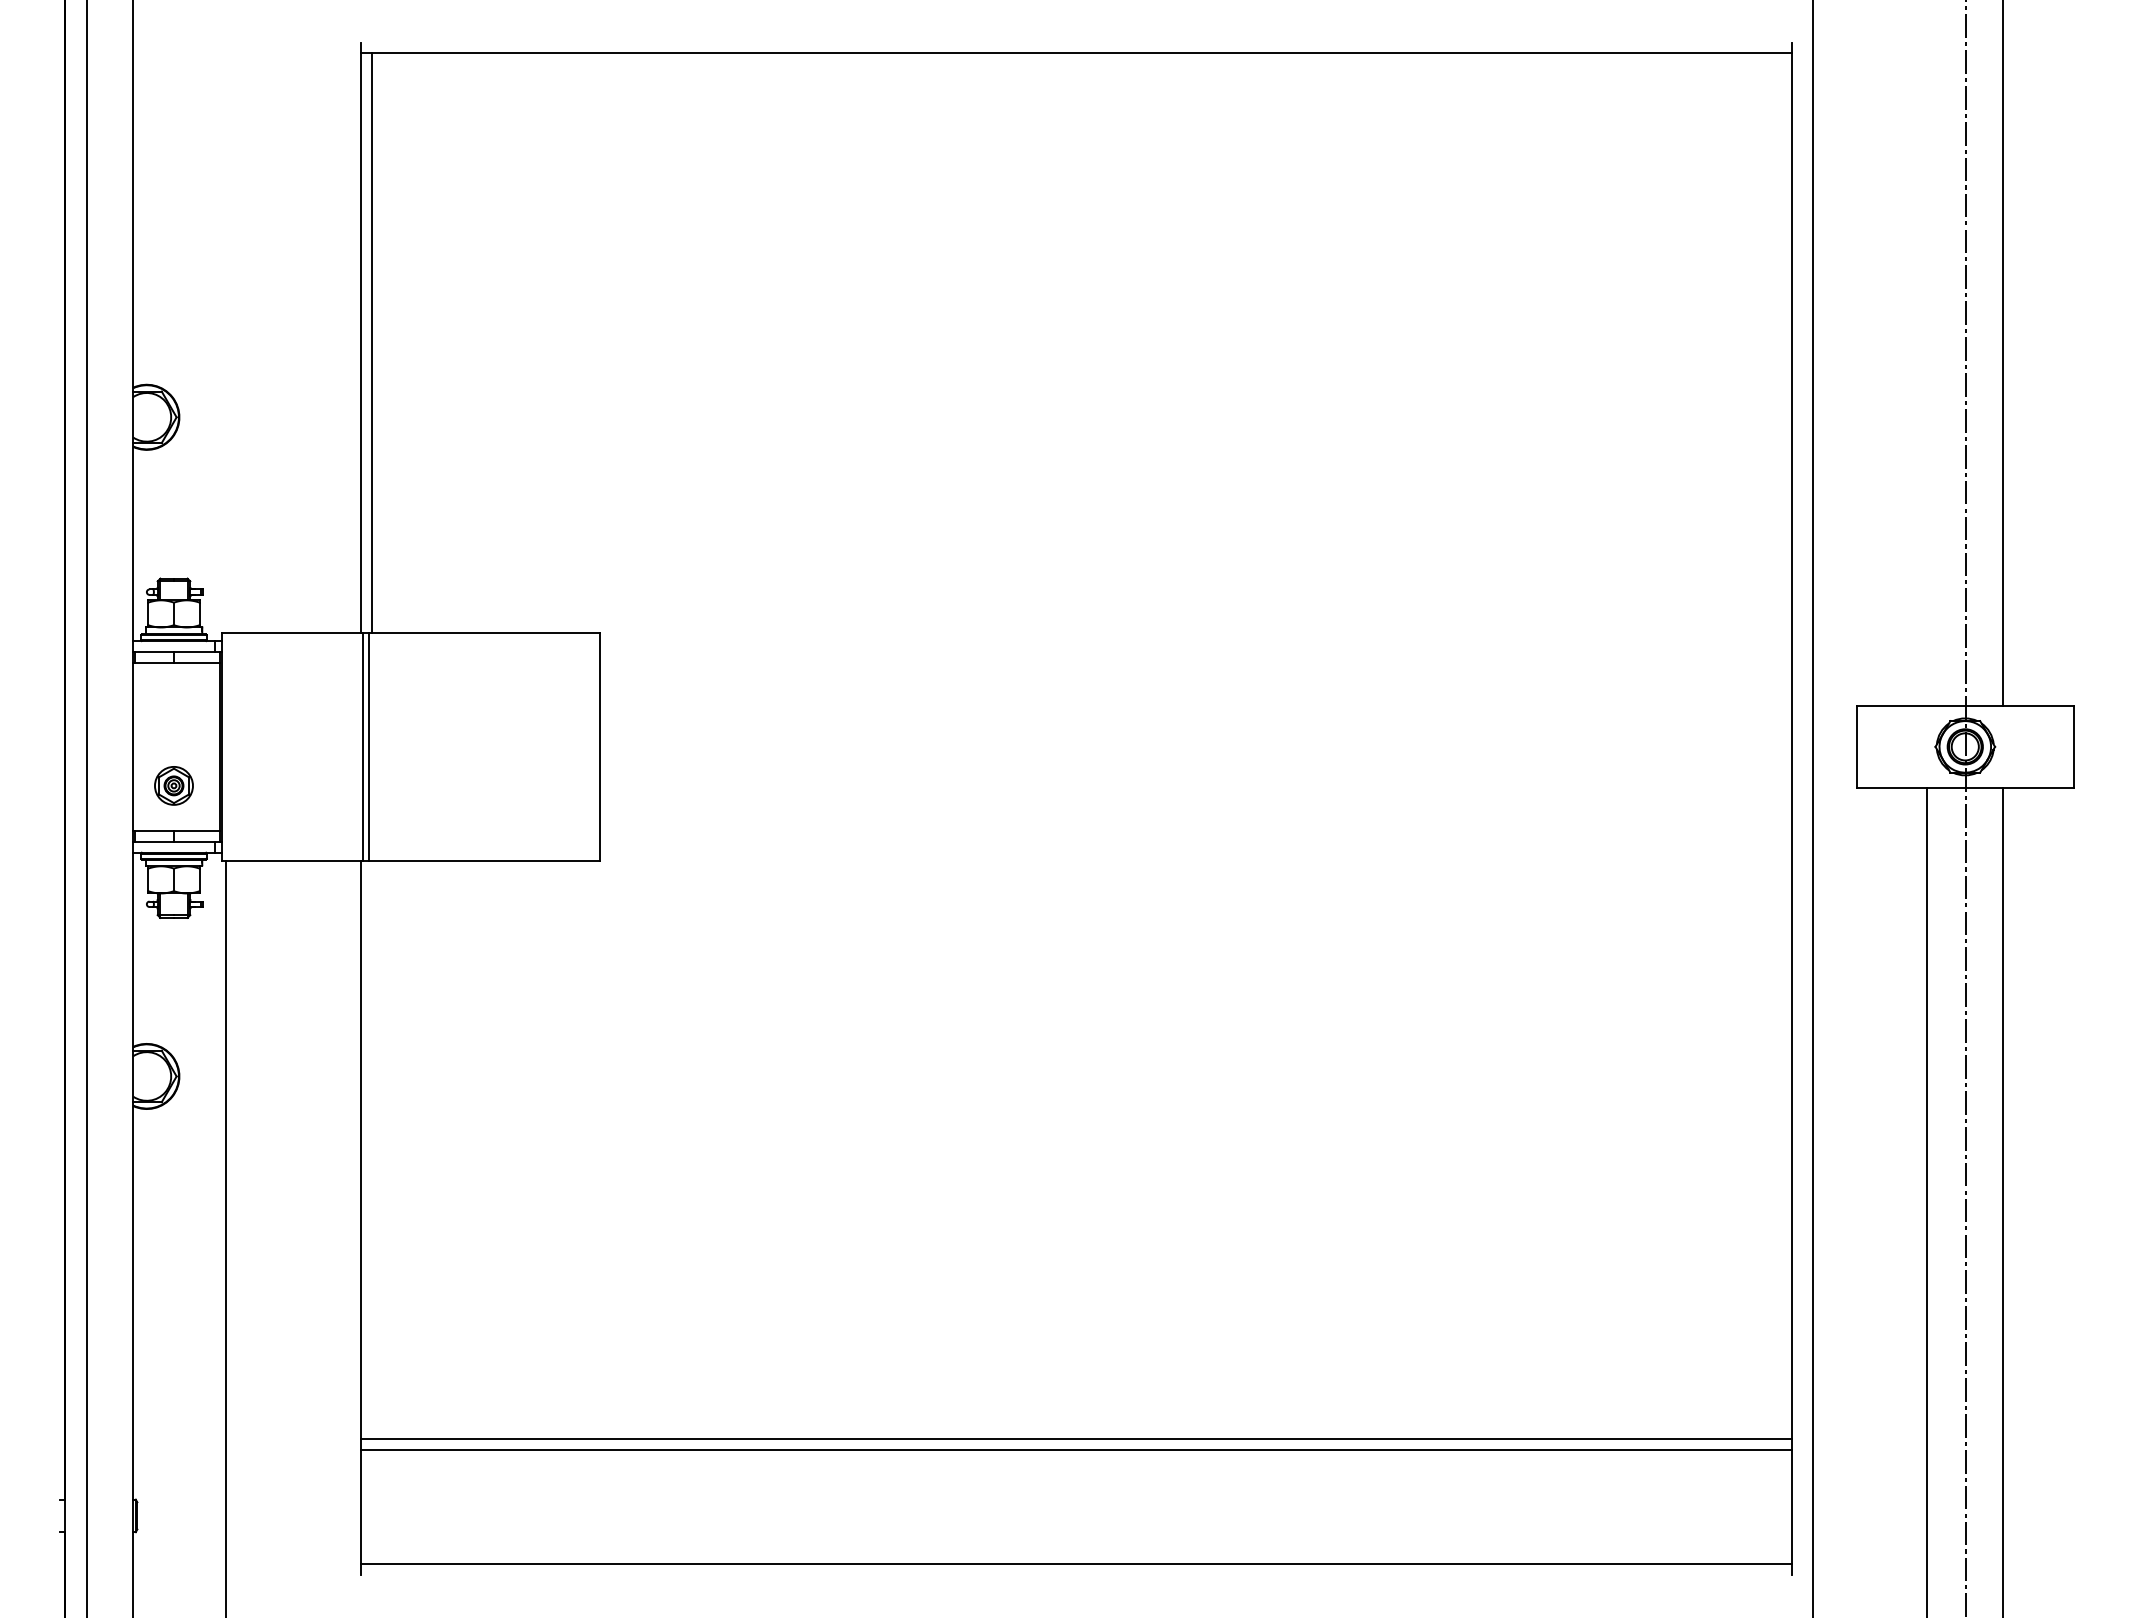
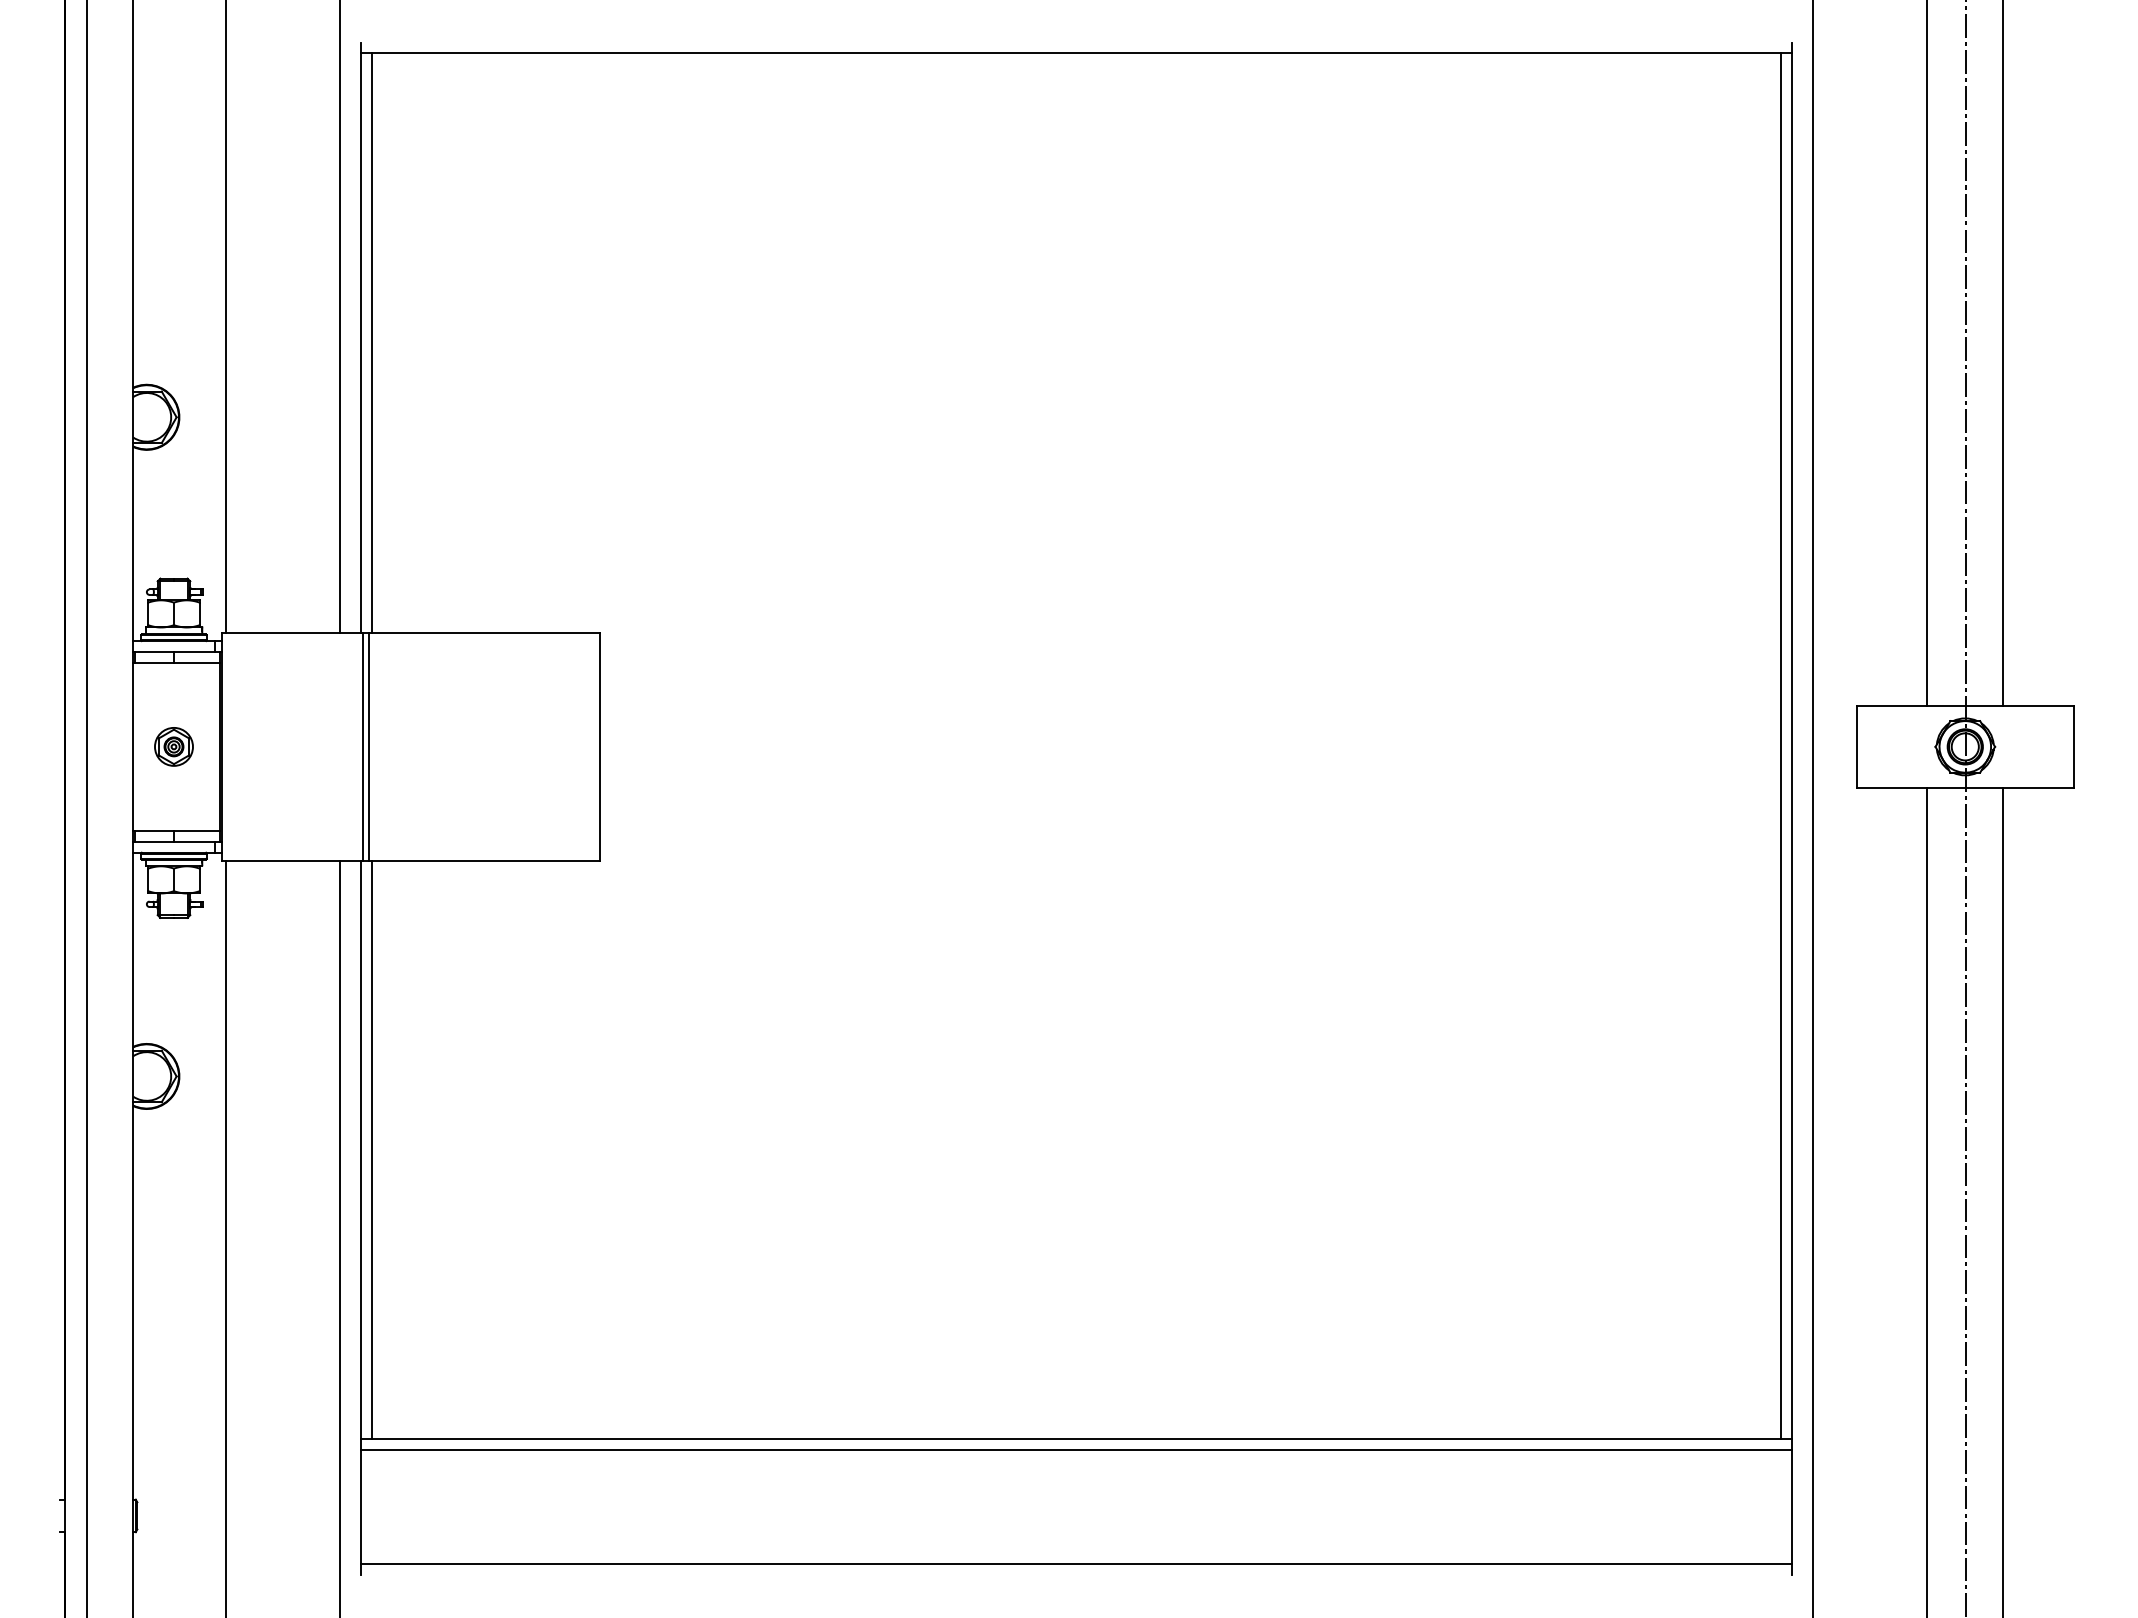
line at (225, 317): none -> present
line at (339, 317): none -> present
line at (1927, 354): none -> present
line at (1780, 745): none -> present
part at (173, 785) position: (173, 785) -> (173, 746)
line at (372, 1149): none -> present
line at (339, 1237): none -> present
